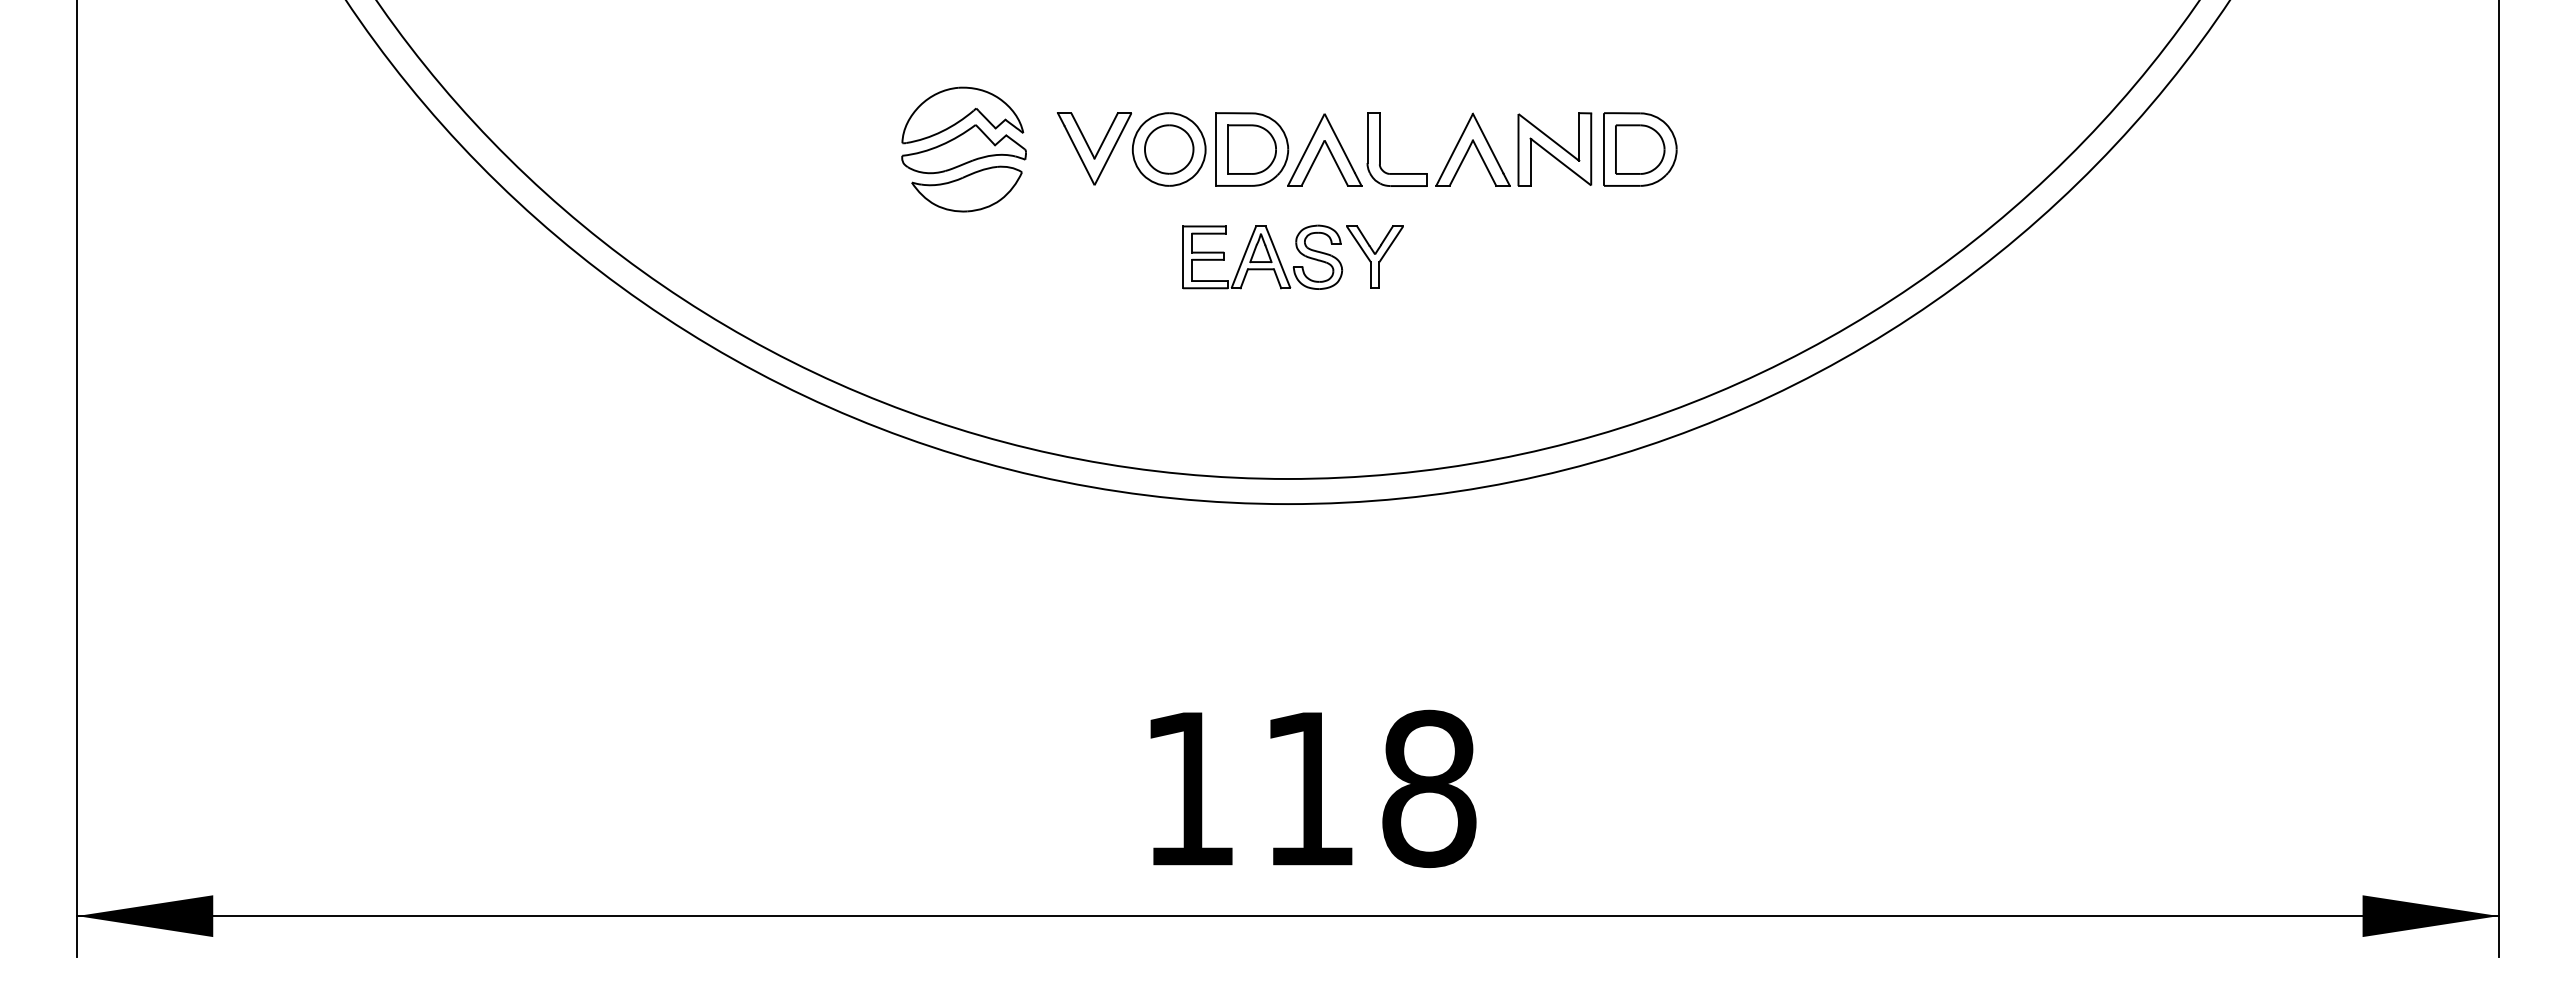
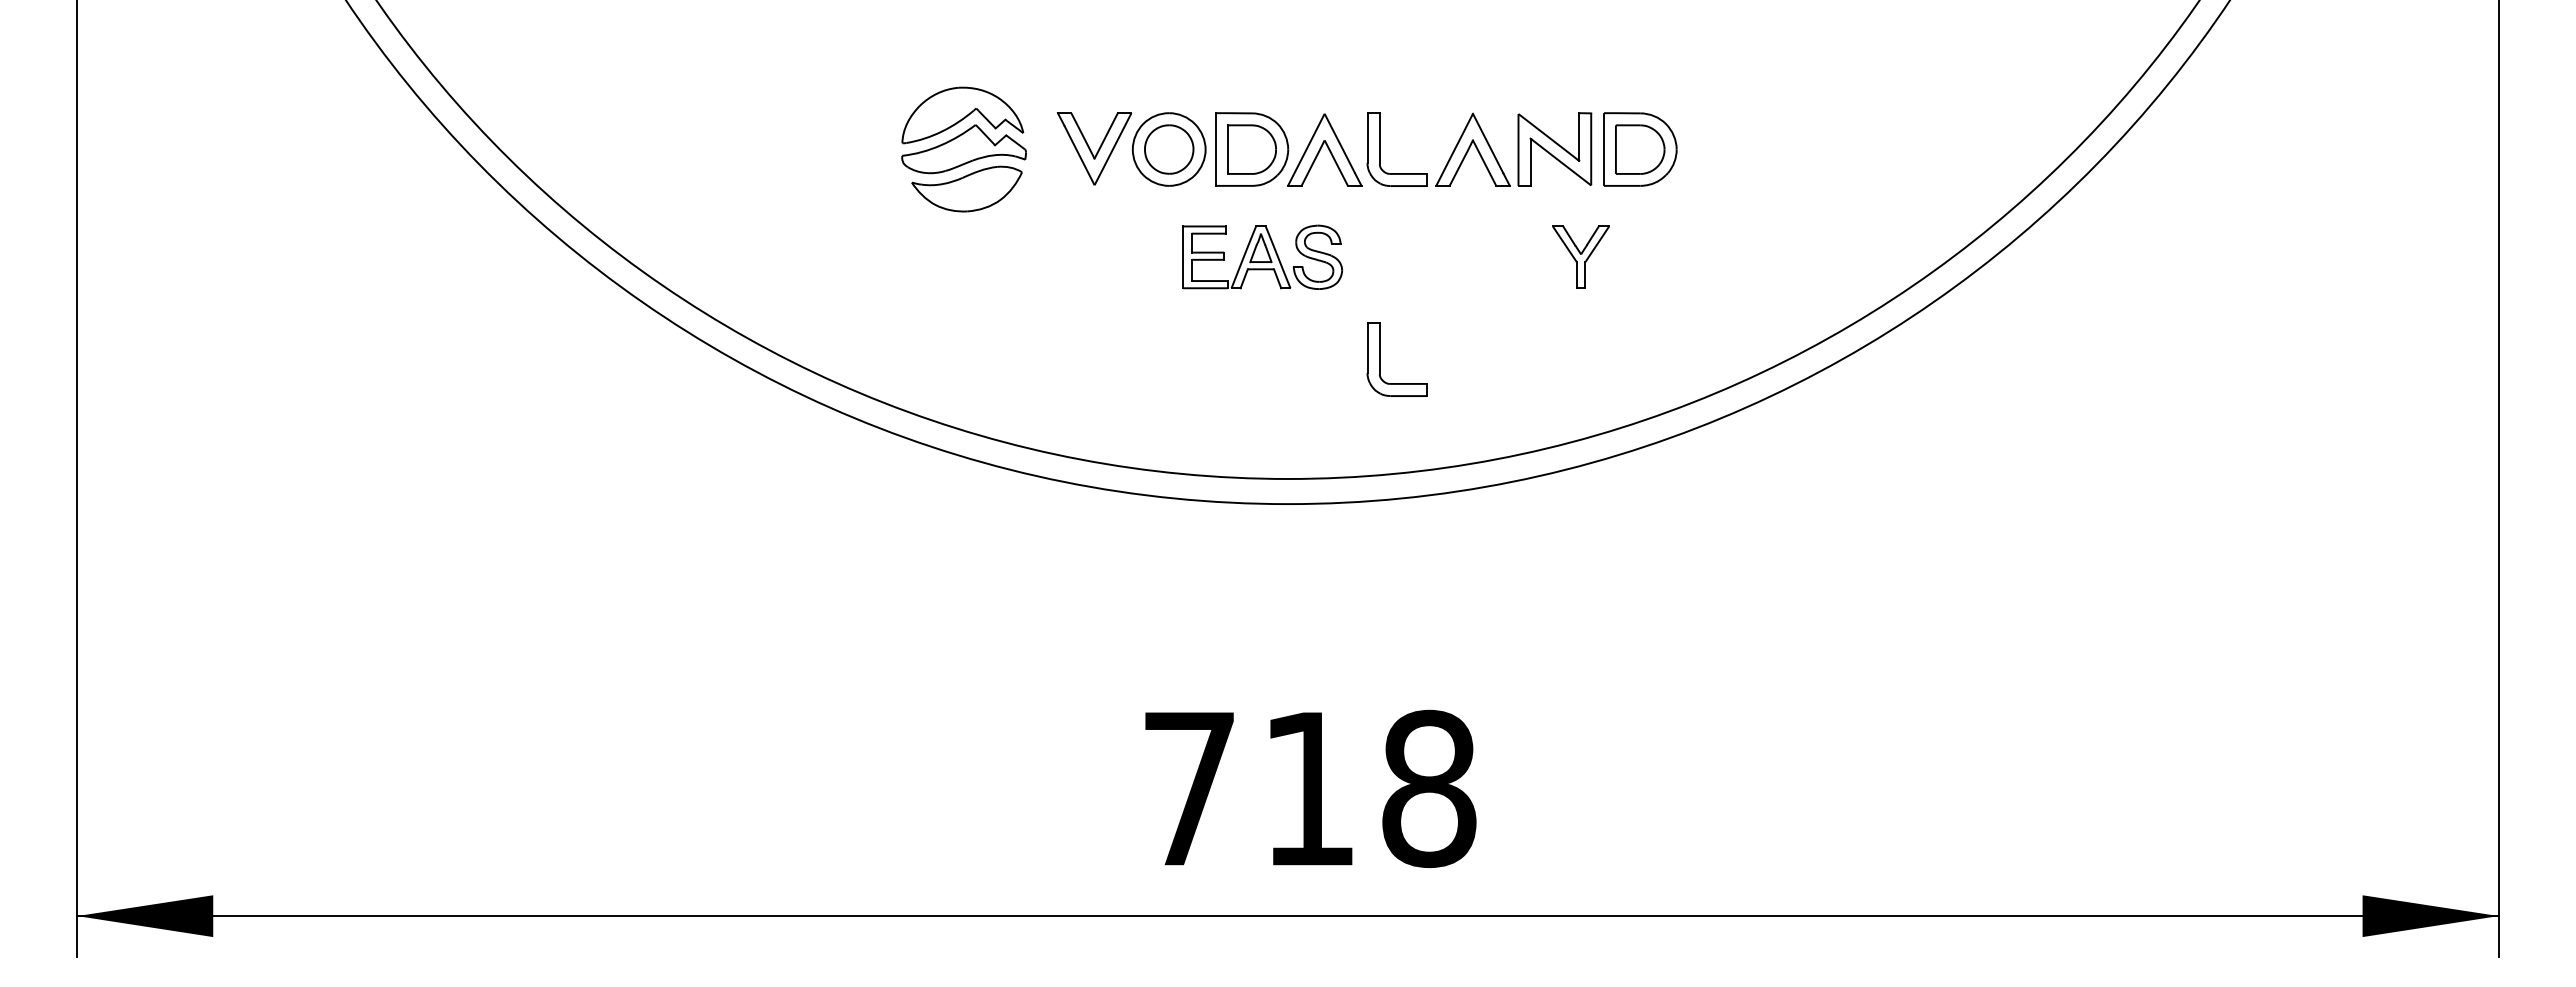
part at (1374, 256) position: (1374, 256) -> (1580, 256)
part at (1380, 359): none -> present
text at (1189, 788): 118 -> 718
